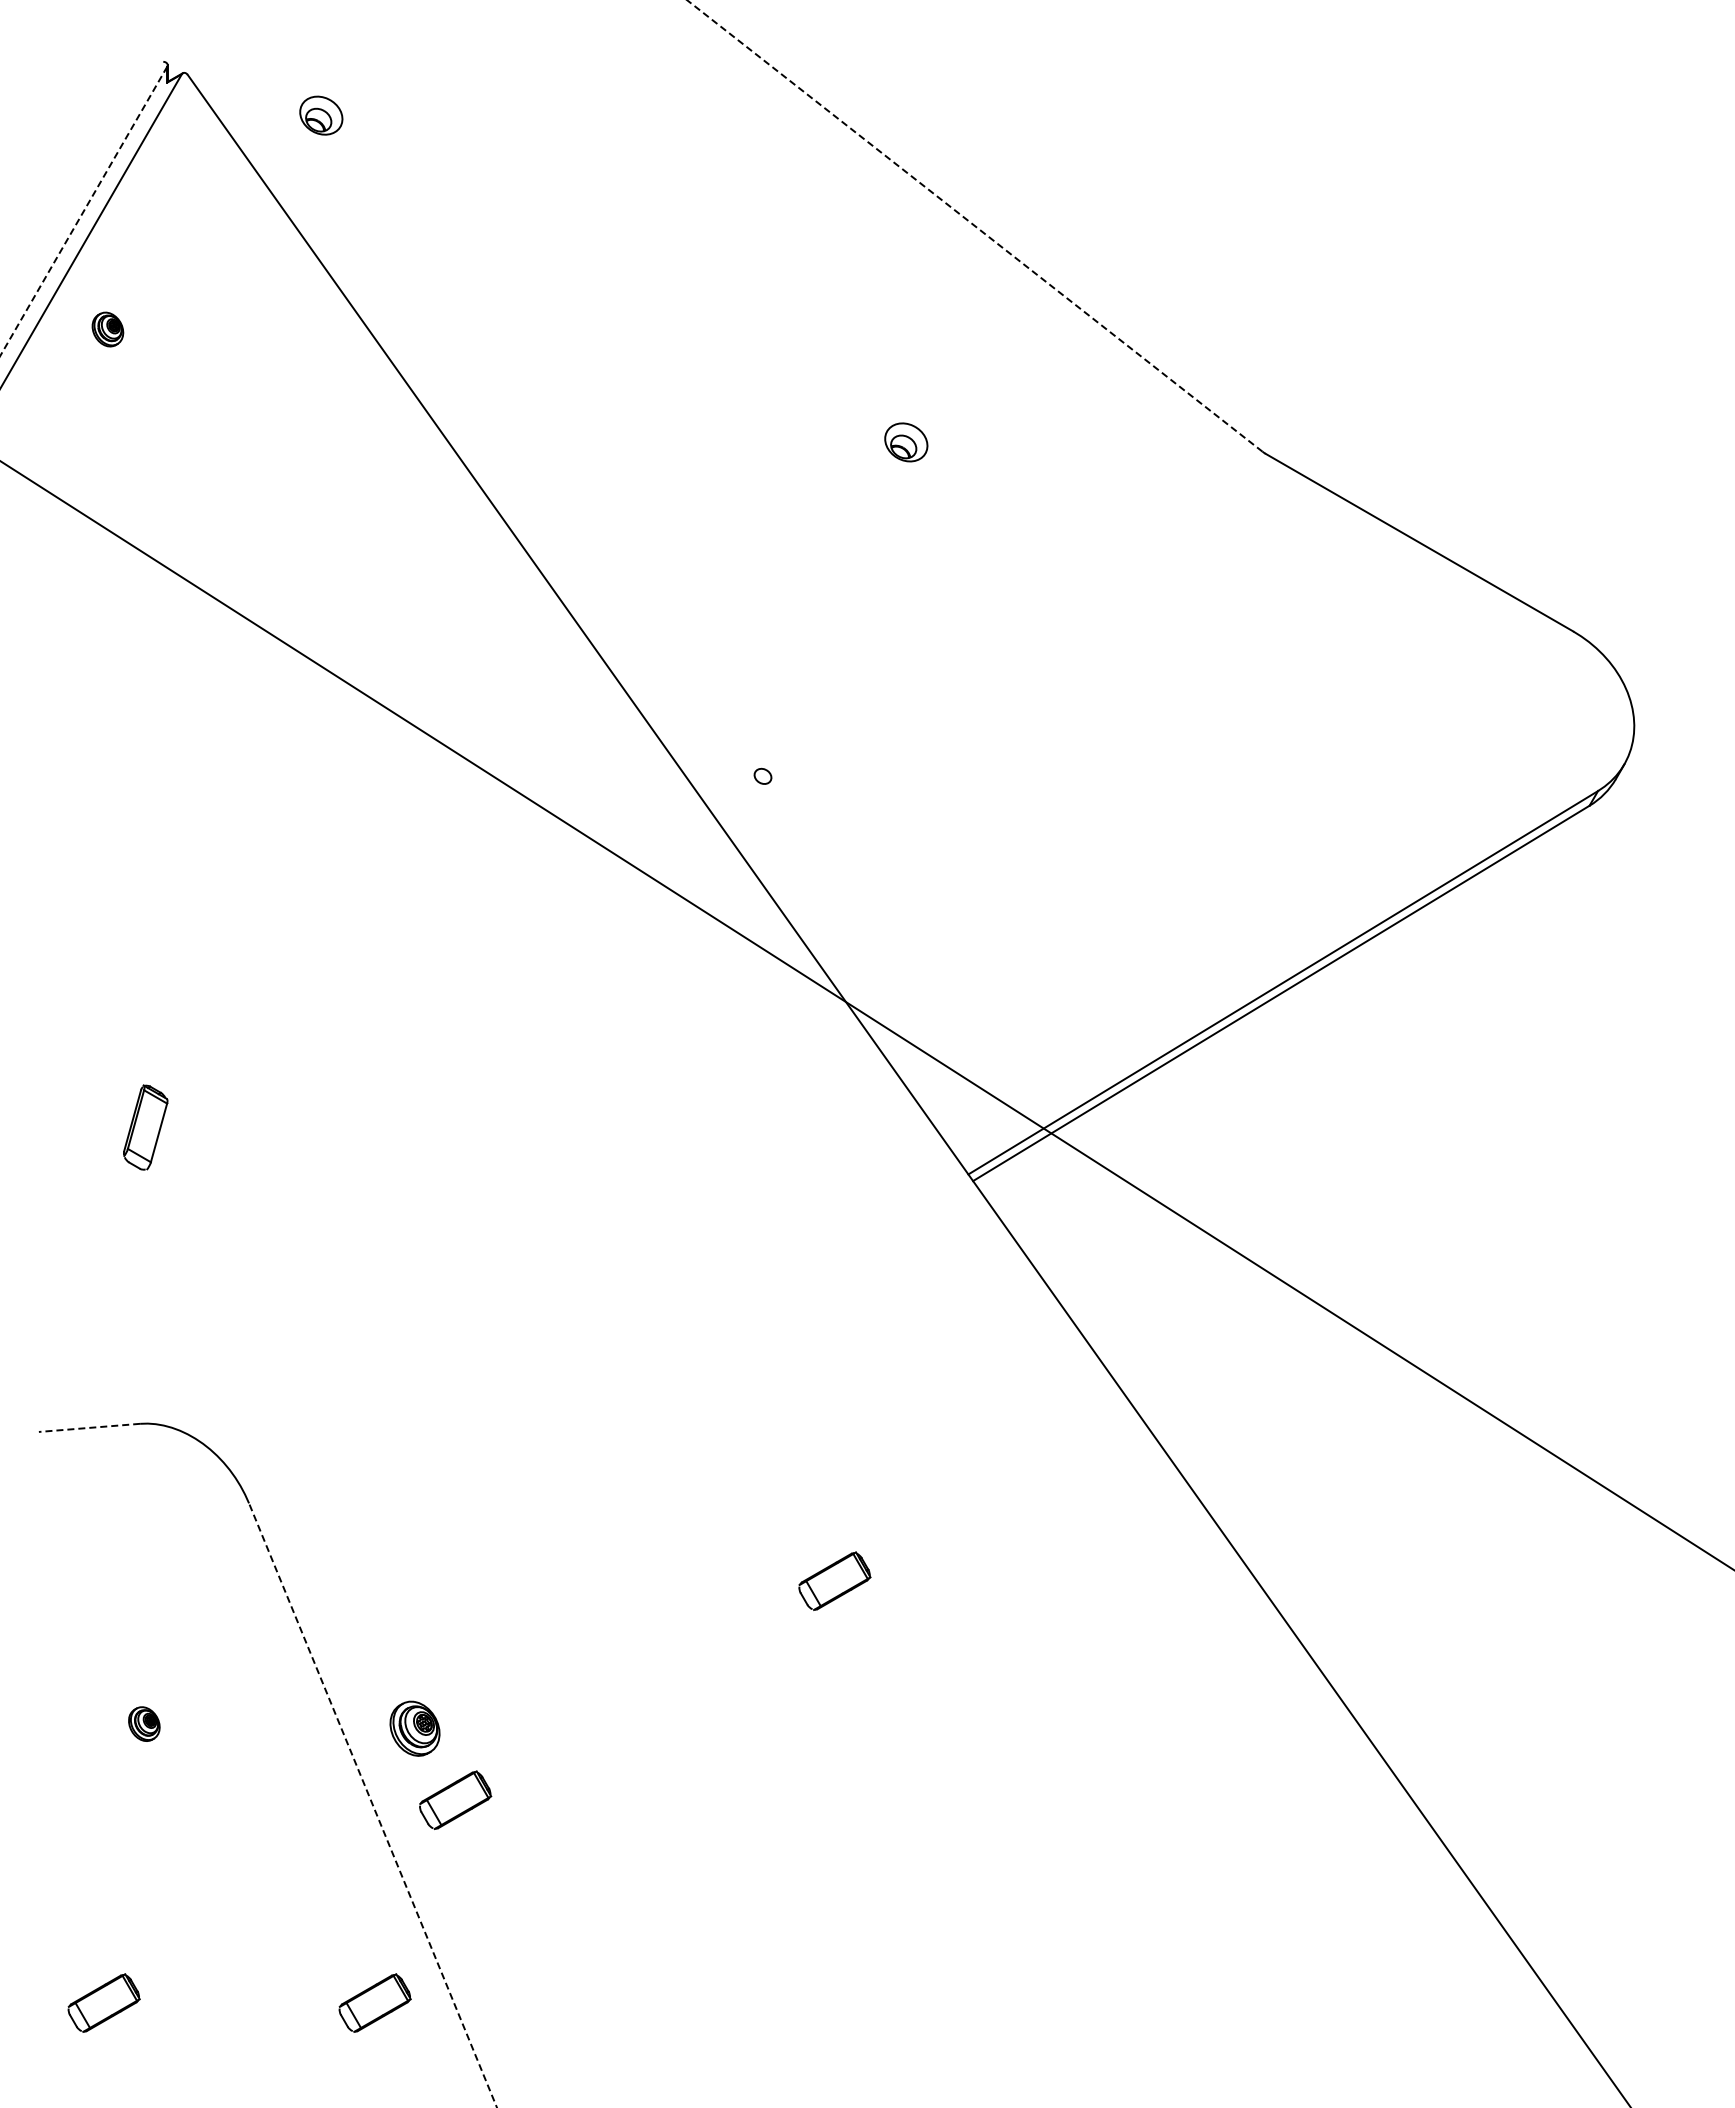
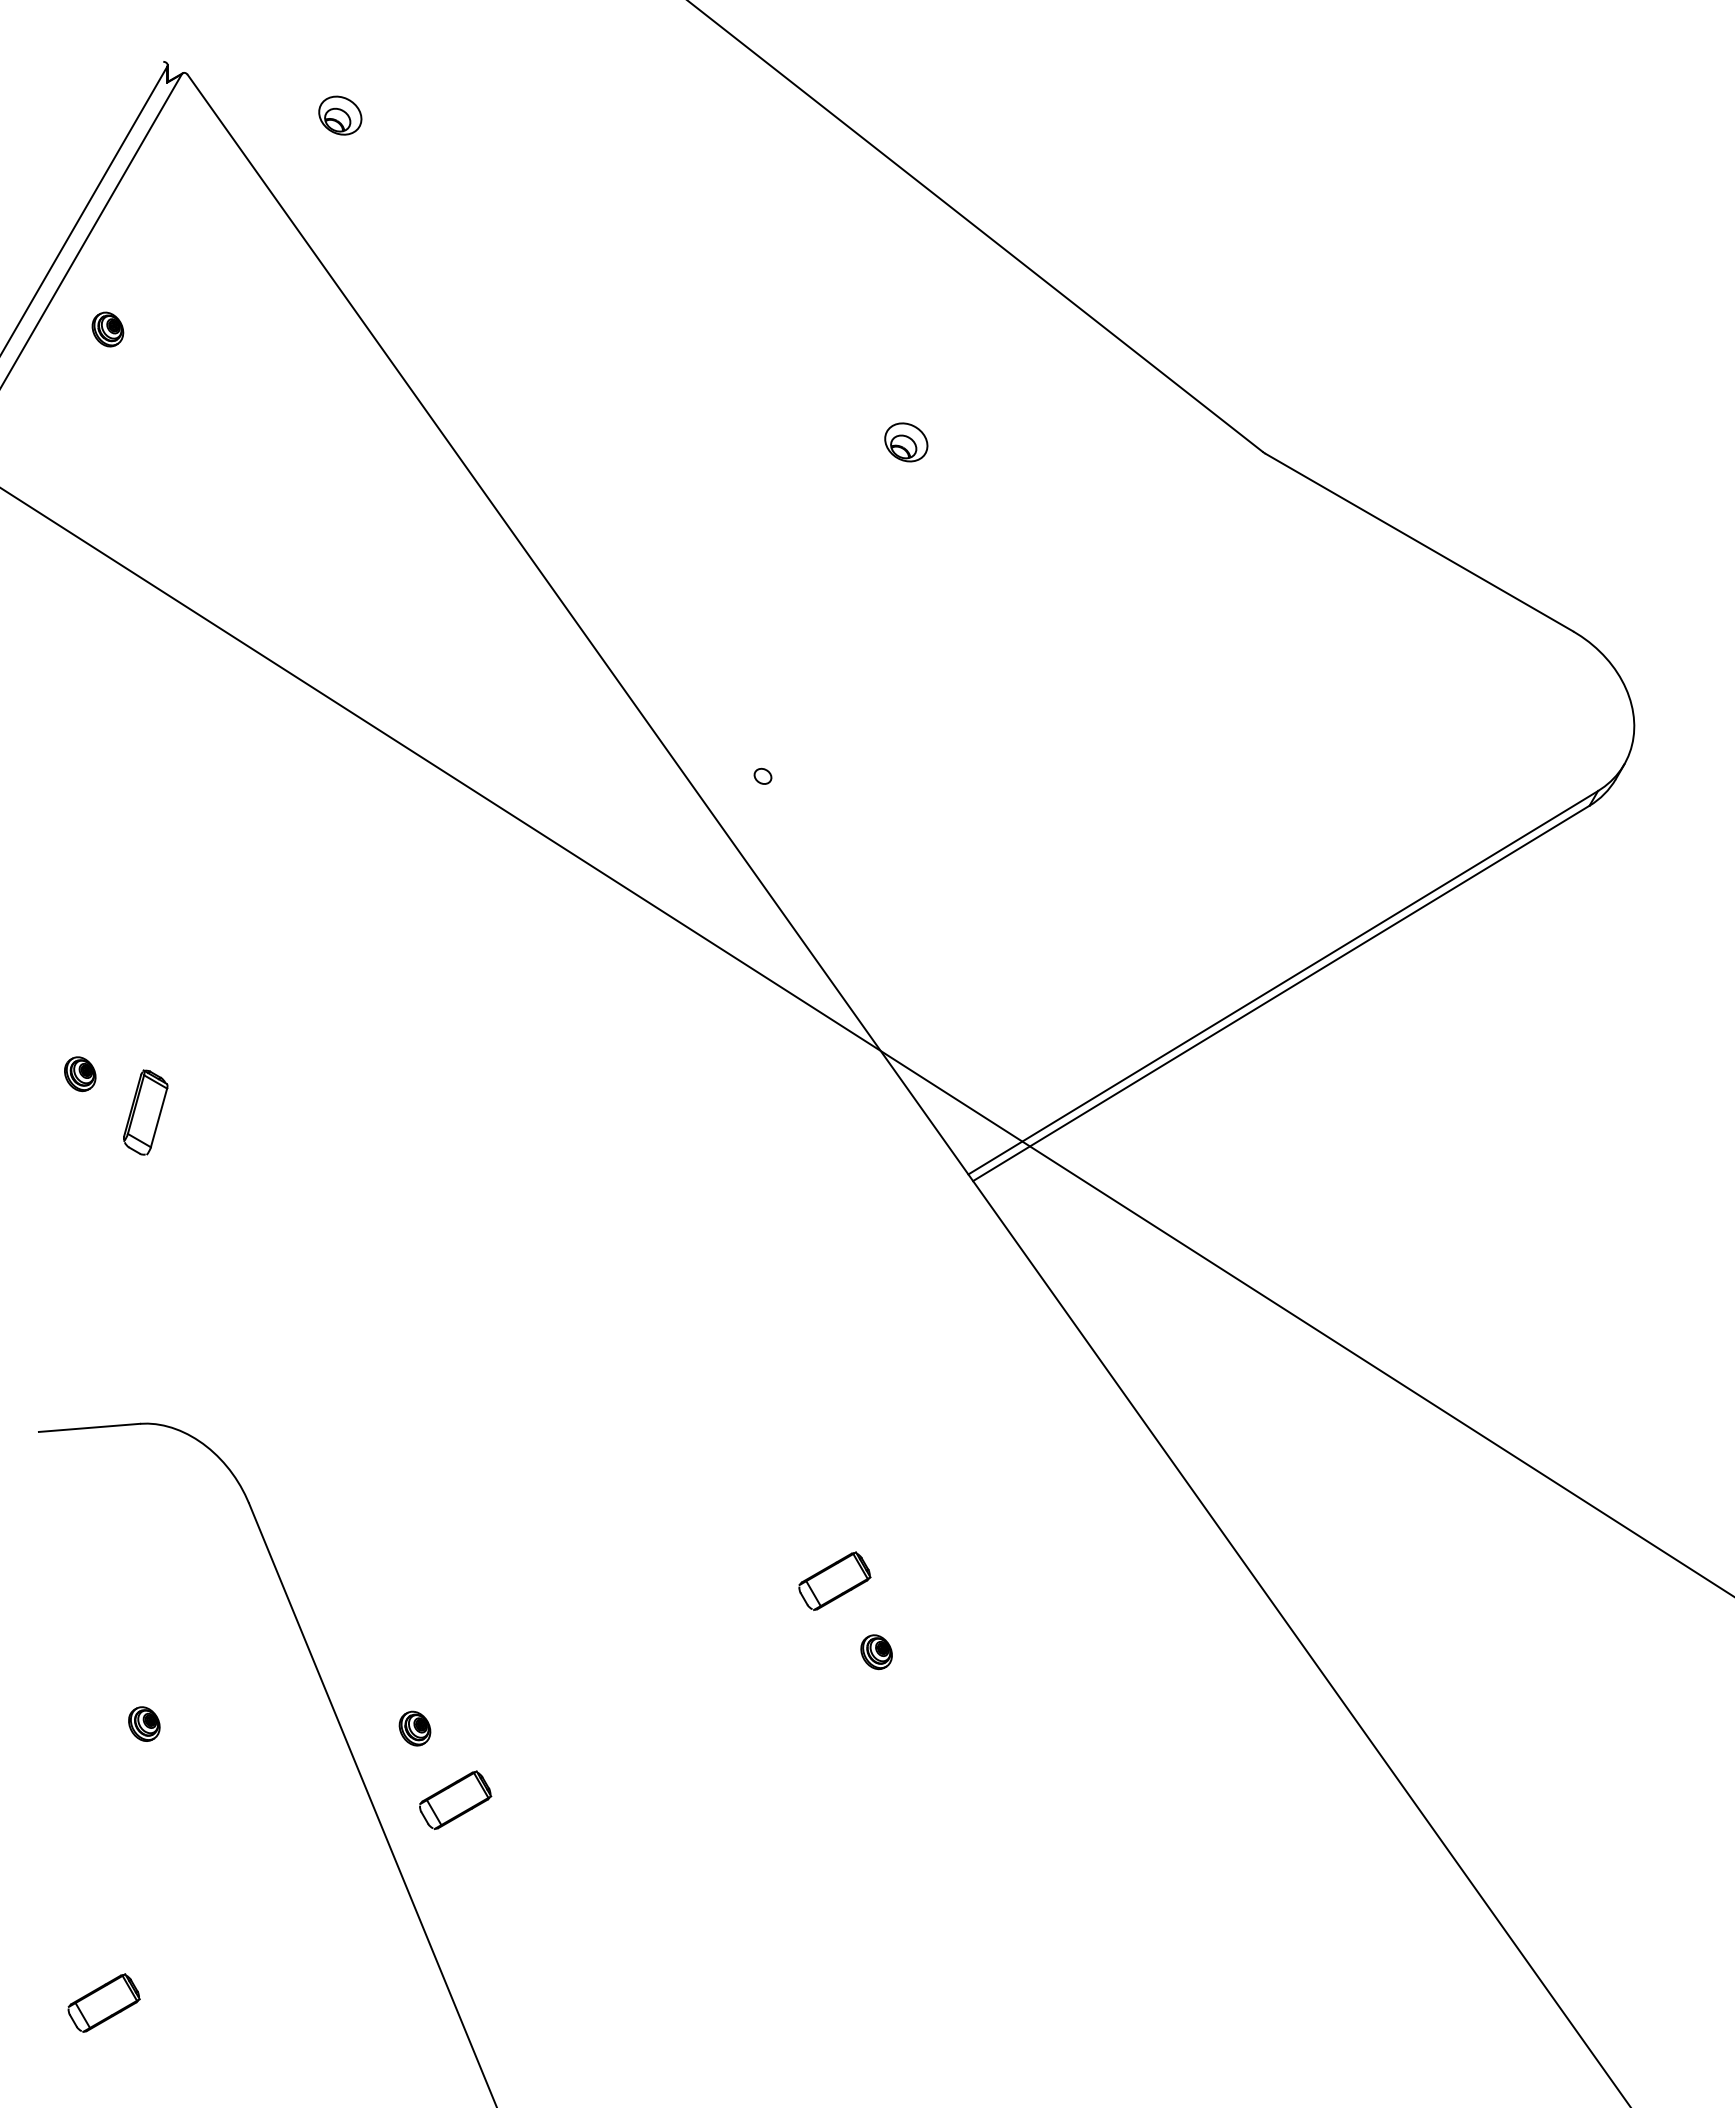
part at (321, 115) position: (321, 115) -> (340, 115)
line at (83, 211): dashed -> solid
line at (974, 225): dashed -> solid
line at (866, 1015) position: (866, 1015) -> (866, 1042)
part at (80, 1074): none -> present
part at (145, 1127) position: (145, 1127) -> (145, 1112)
line at (89, 1427): dashed -> solid
part at (876, 1652): none -> present
part at (414, 1728) size: 52x57 px -> 34x37 px
line at (372, 1804): dashed -> solid
part at (374, 2002): present -> none
